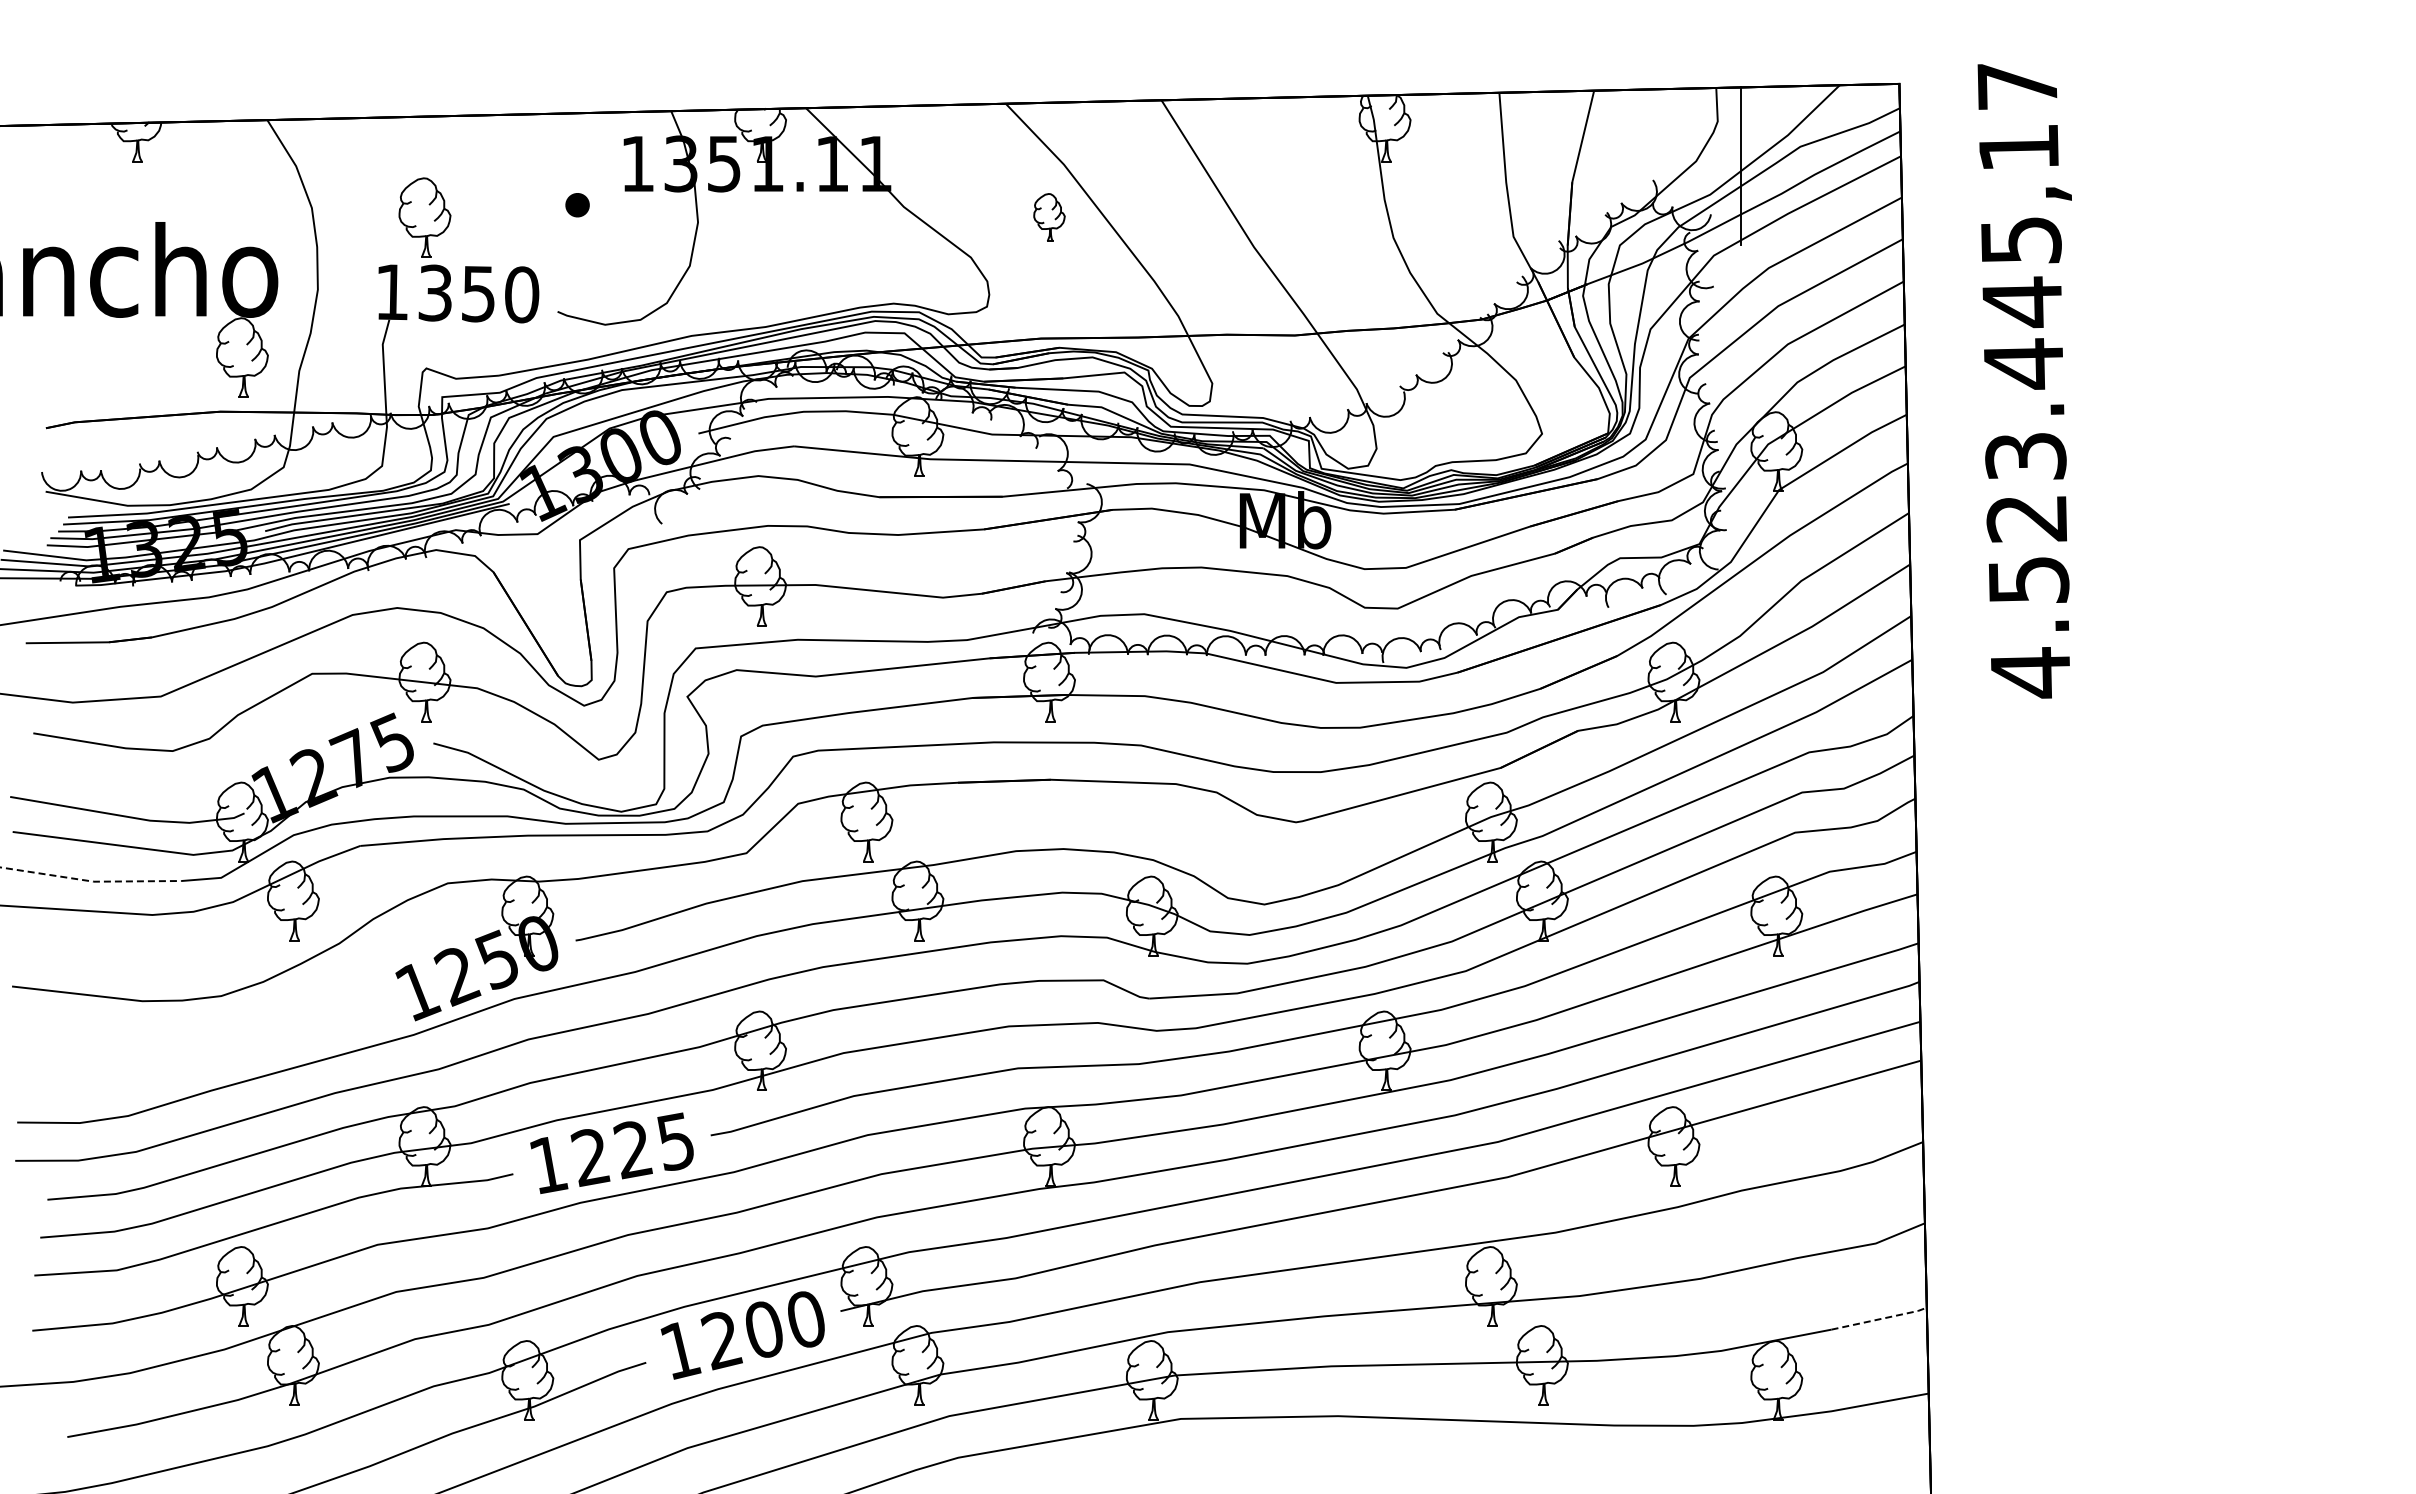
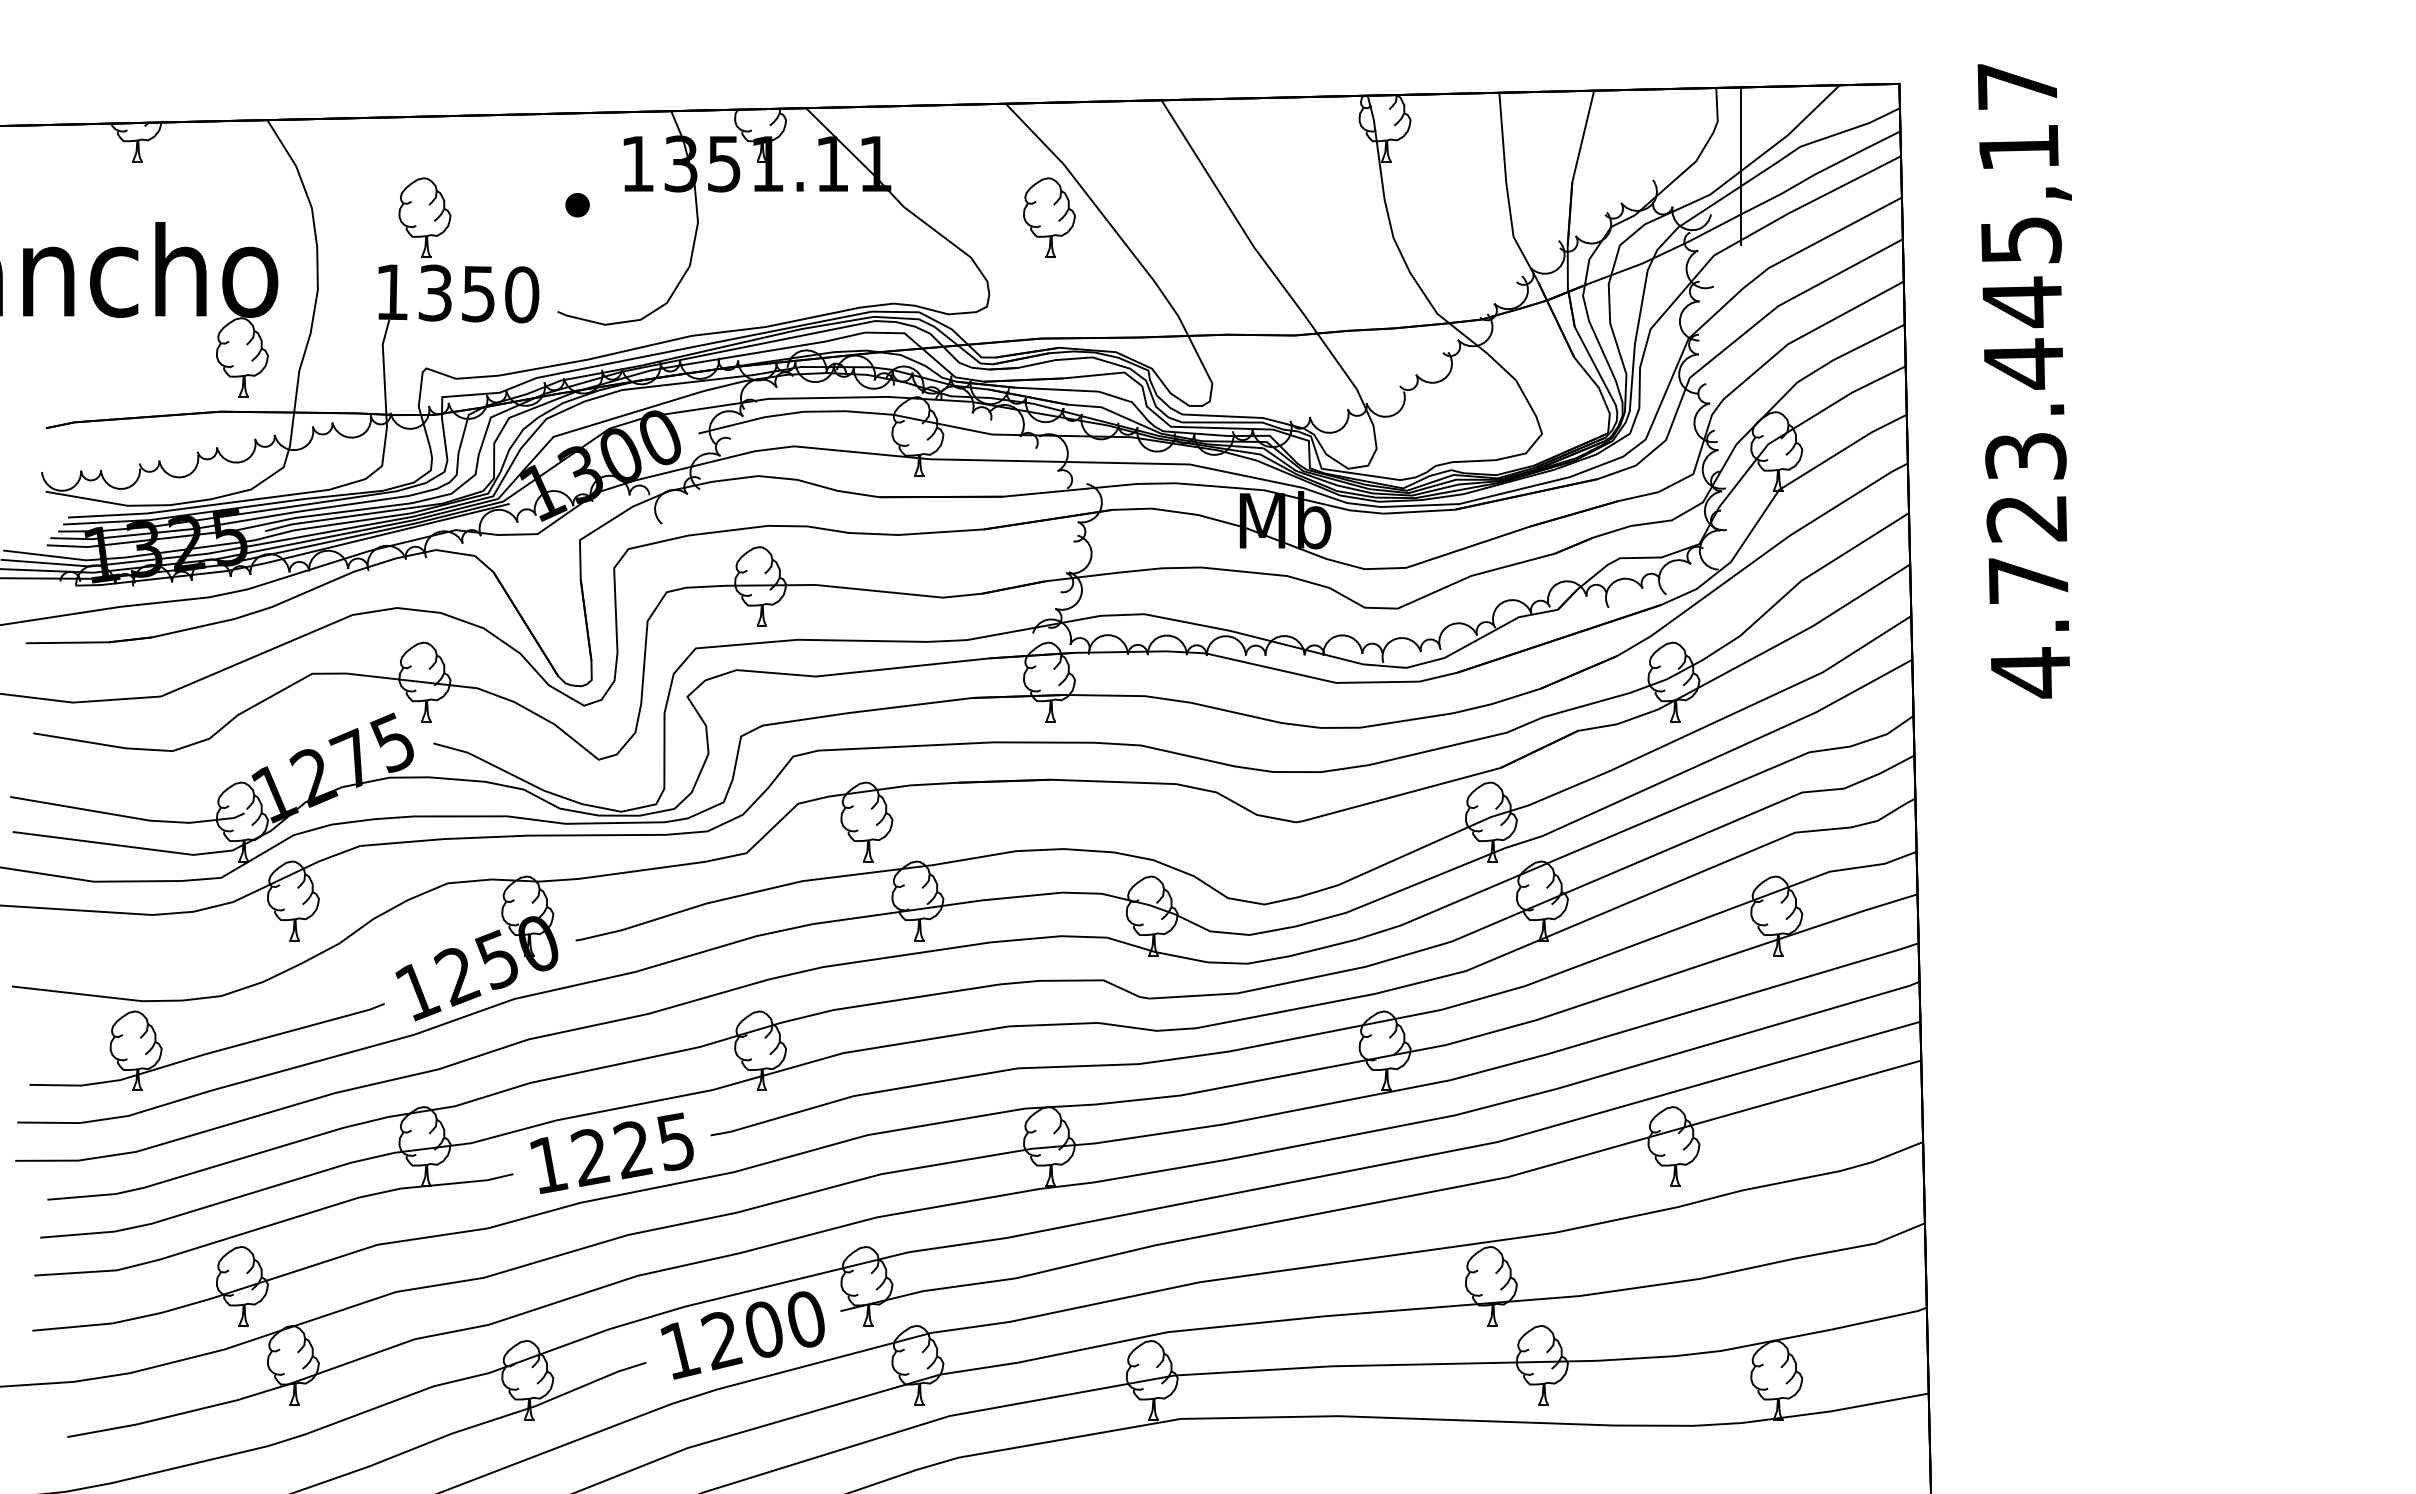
part at (1049, 217) size: 33x49 px -> 53x81 px
text at (2028, 580): 4.523.445,17 -> 4.723.445,17
line at (91, 881): dashed -> solid
part at (207, 1052): none -> present
line at (1880, 1319): dashed -> solid
